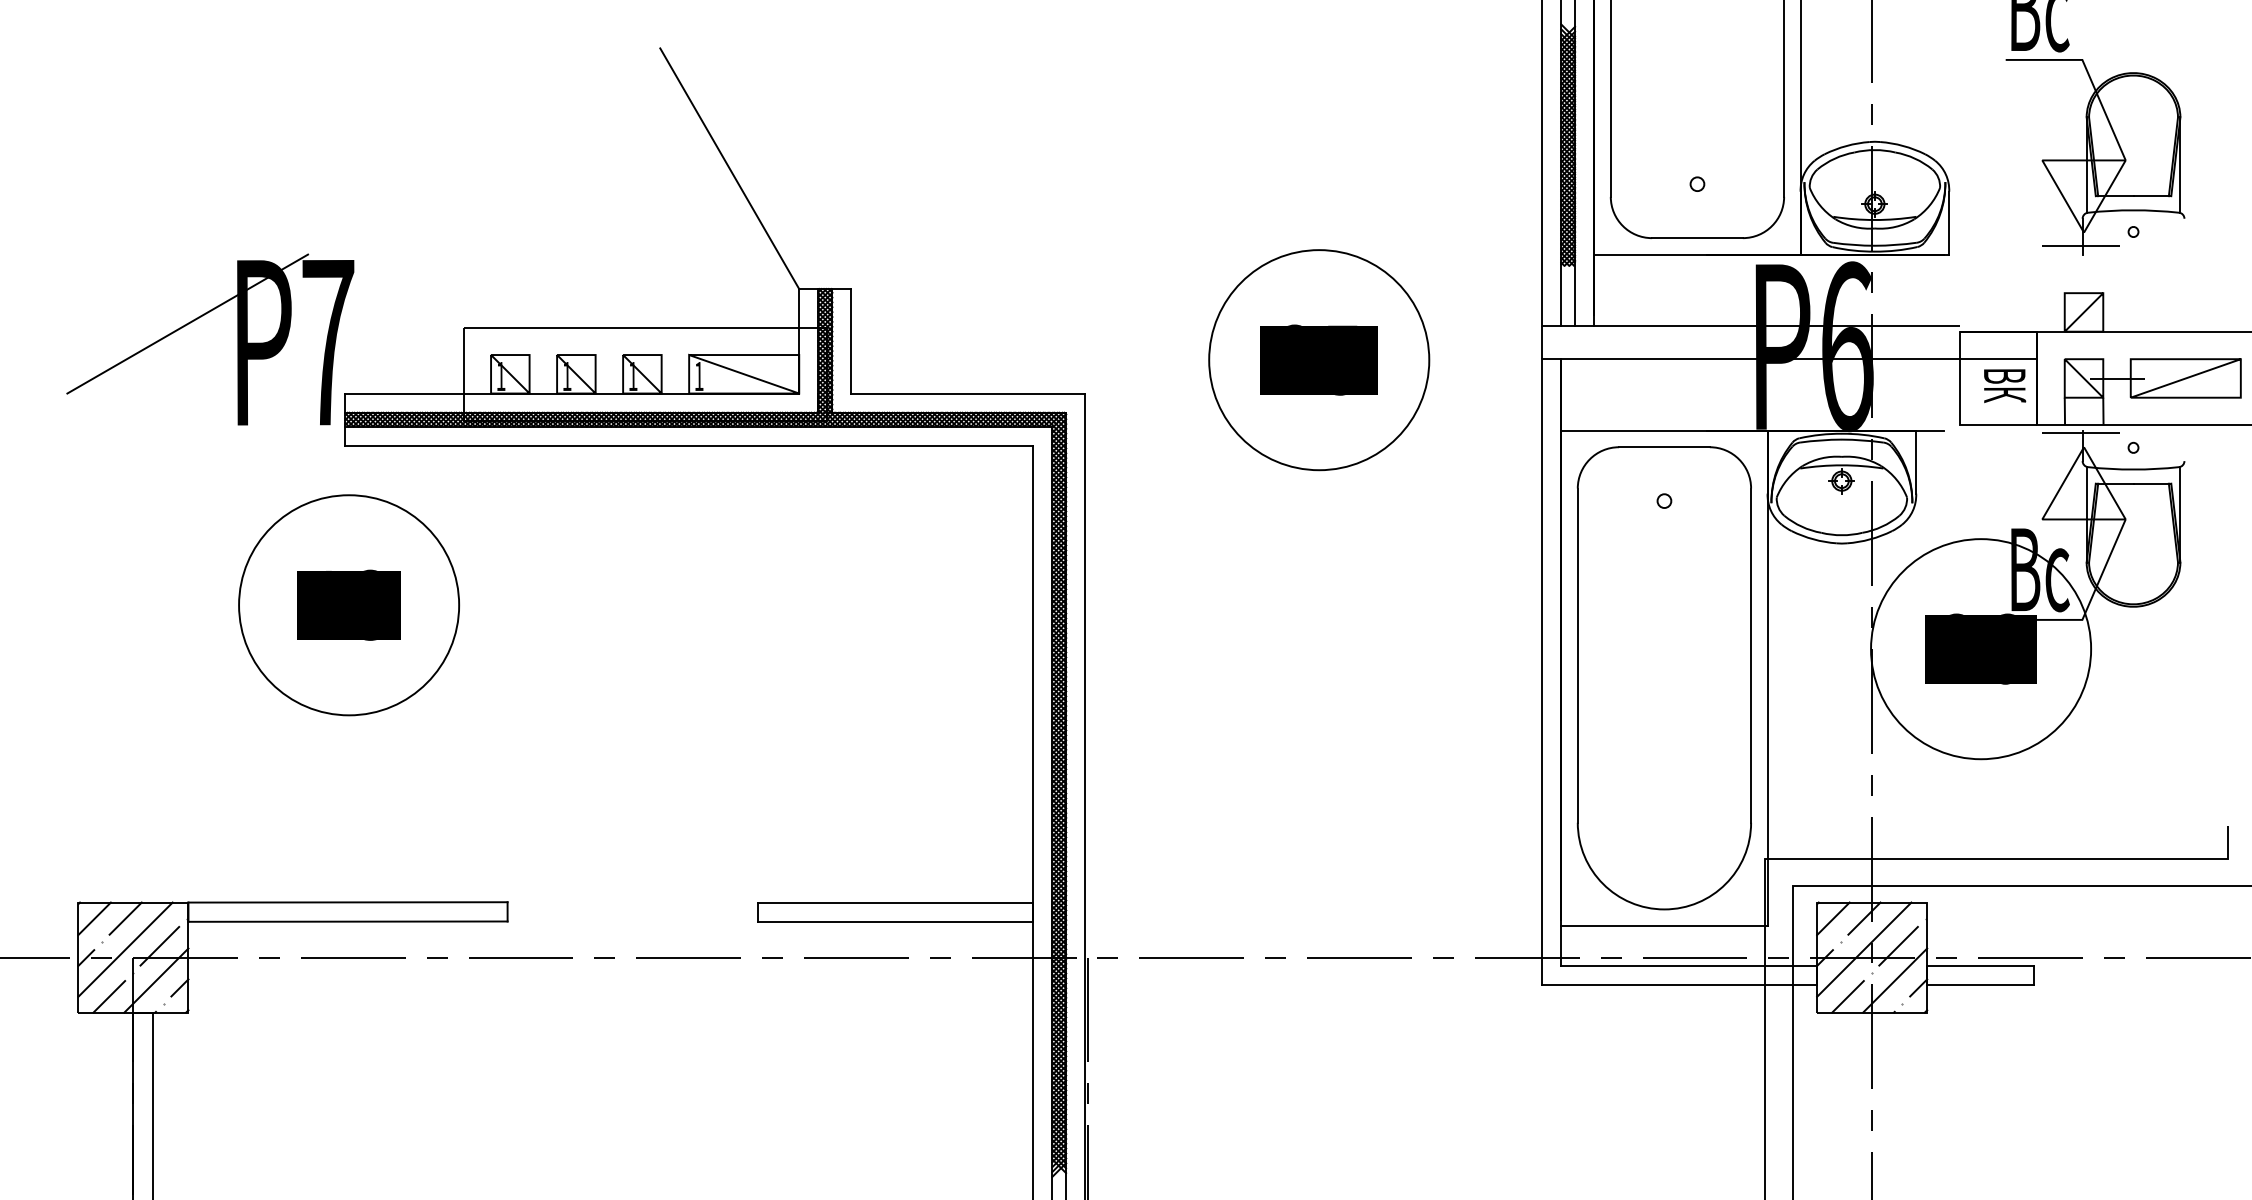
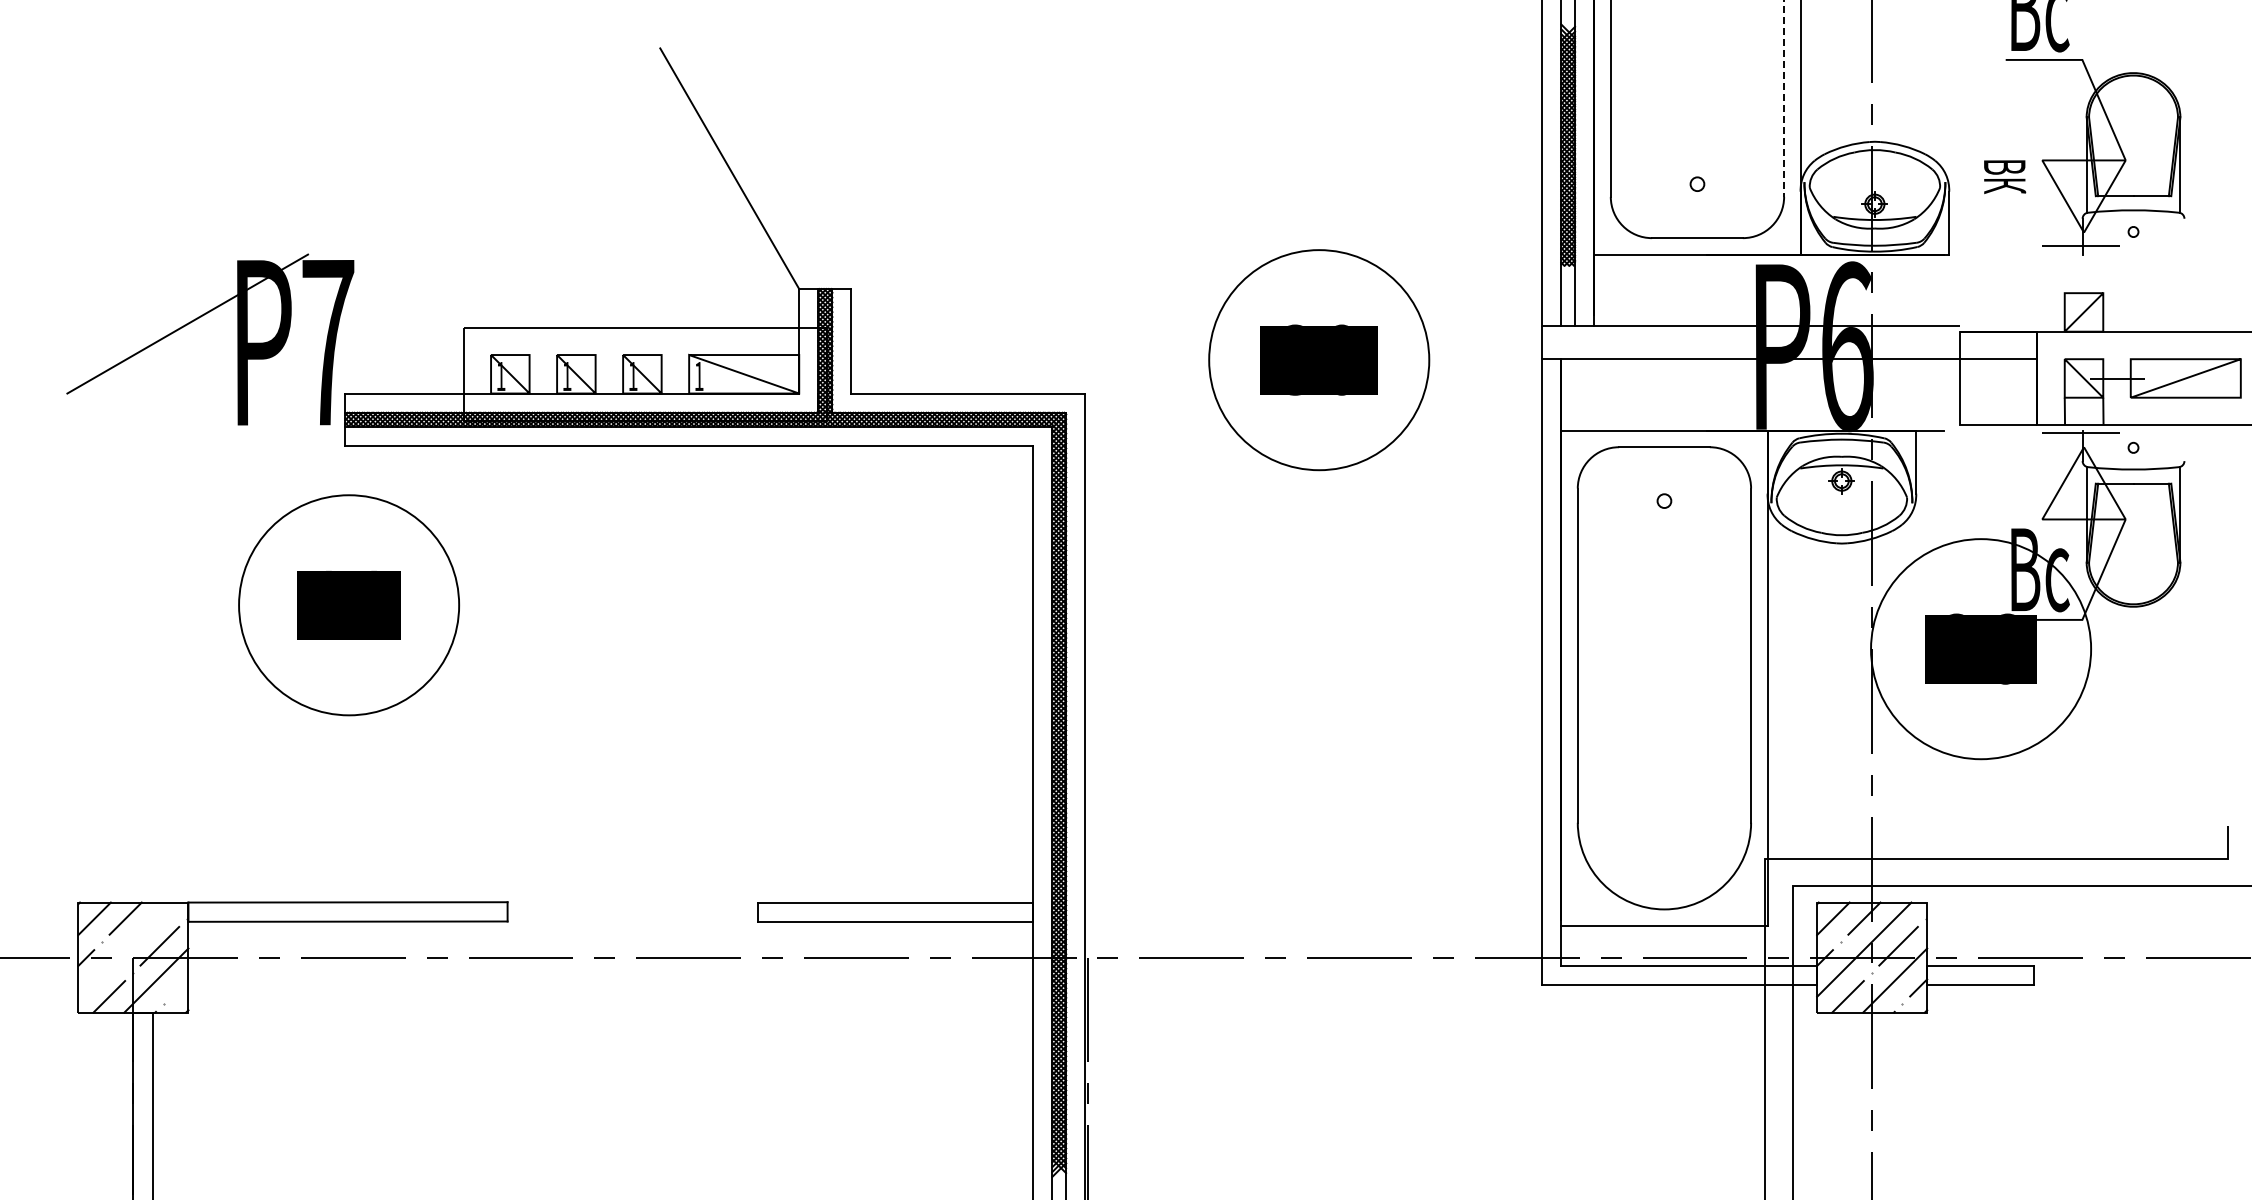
line at (1784, 99): solid -> dashed
text at (1323, 359): 25 -> 30
text at (2005, 385) position: (2005, 385) -> (2005, 176)
text at (370, 604): 13 -> 11
line at (125, 949): present -> none
line at (179, 987): present -> none
